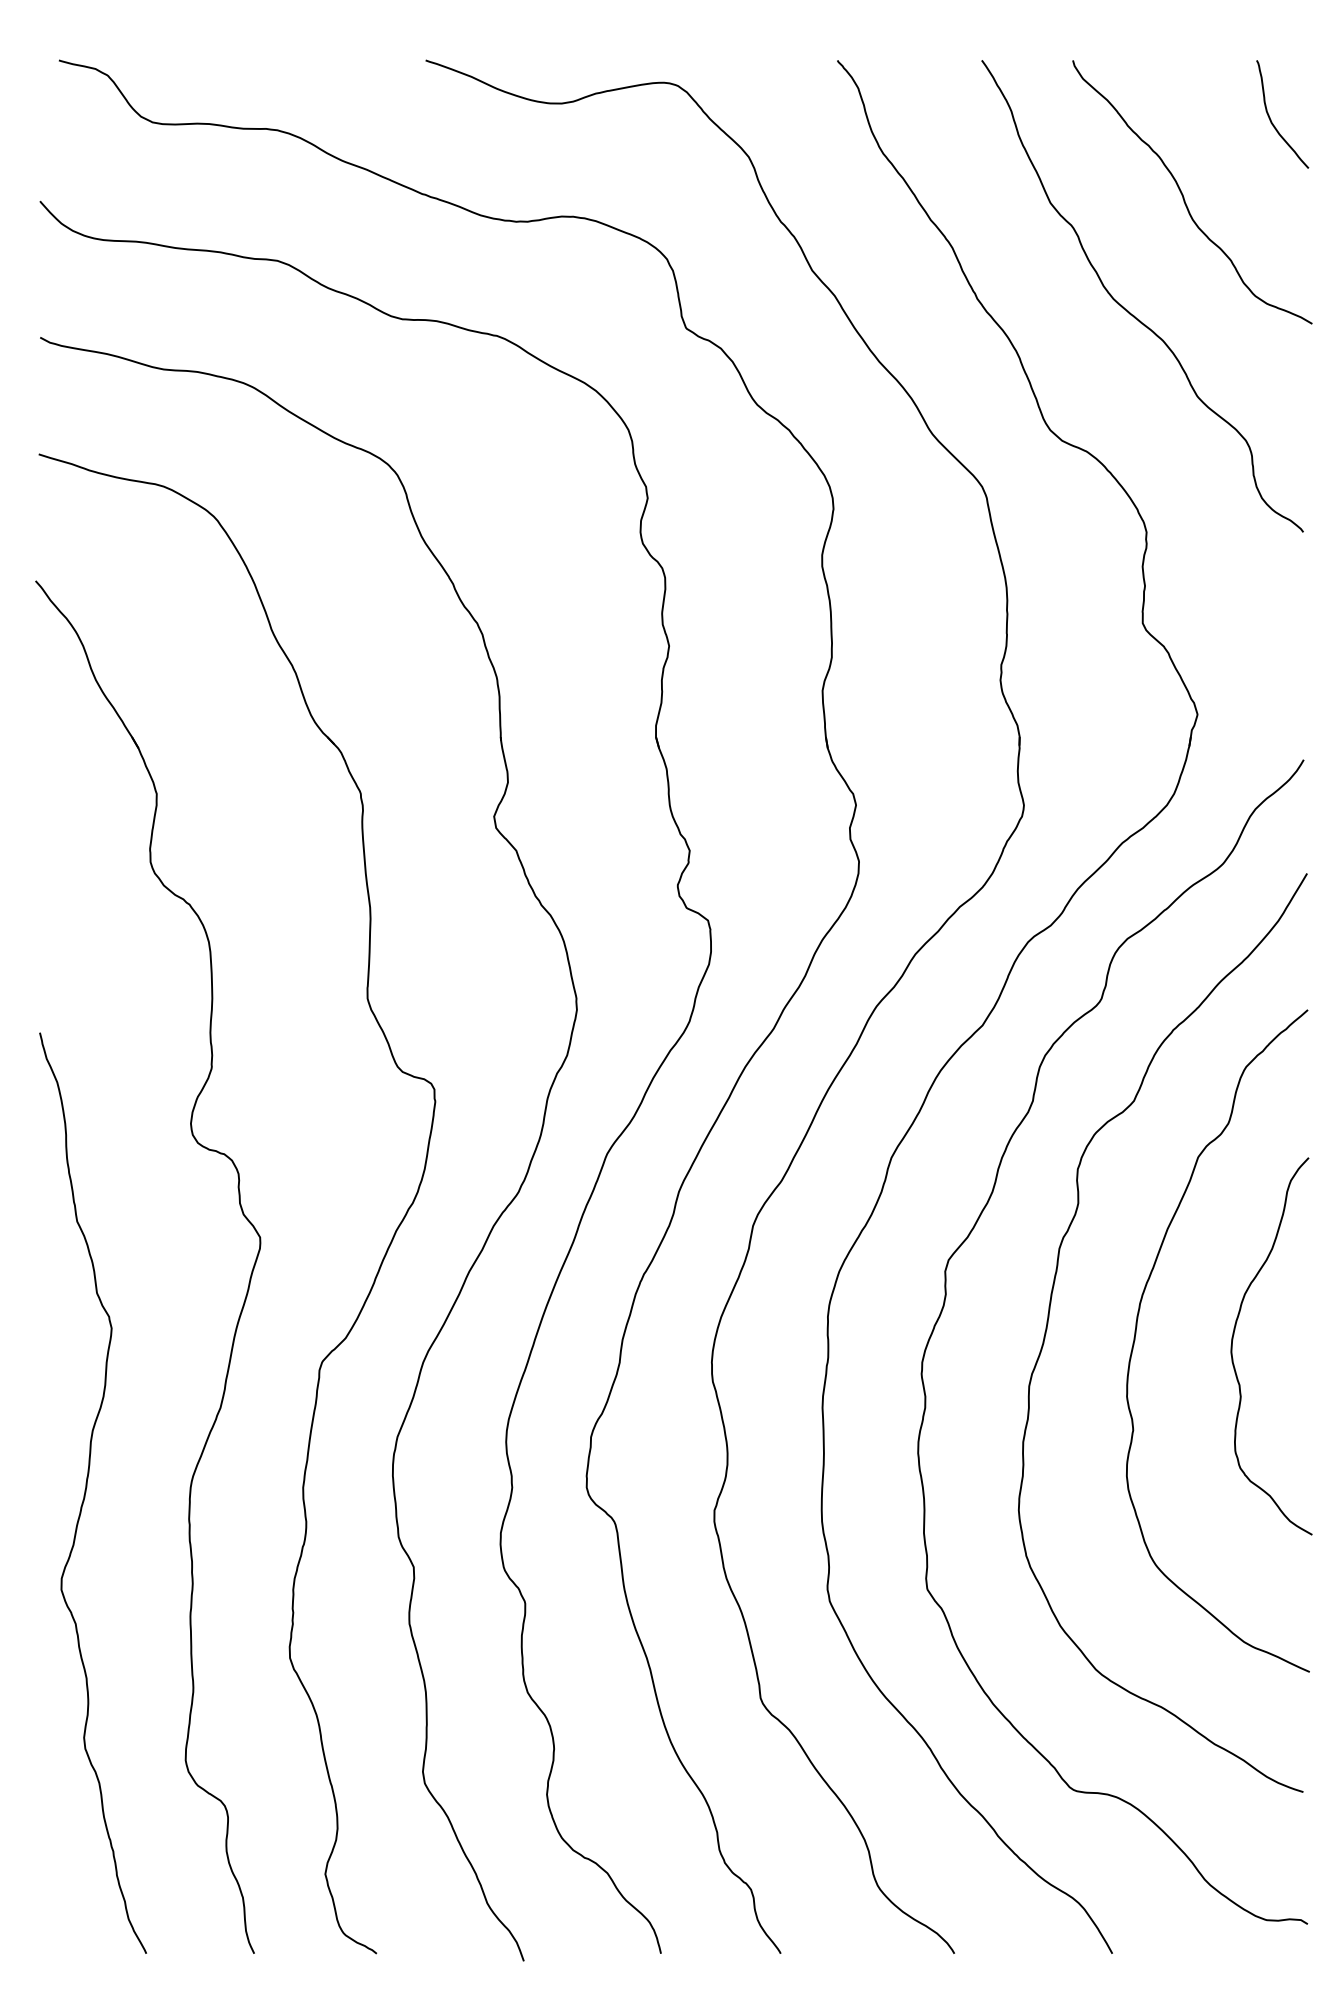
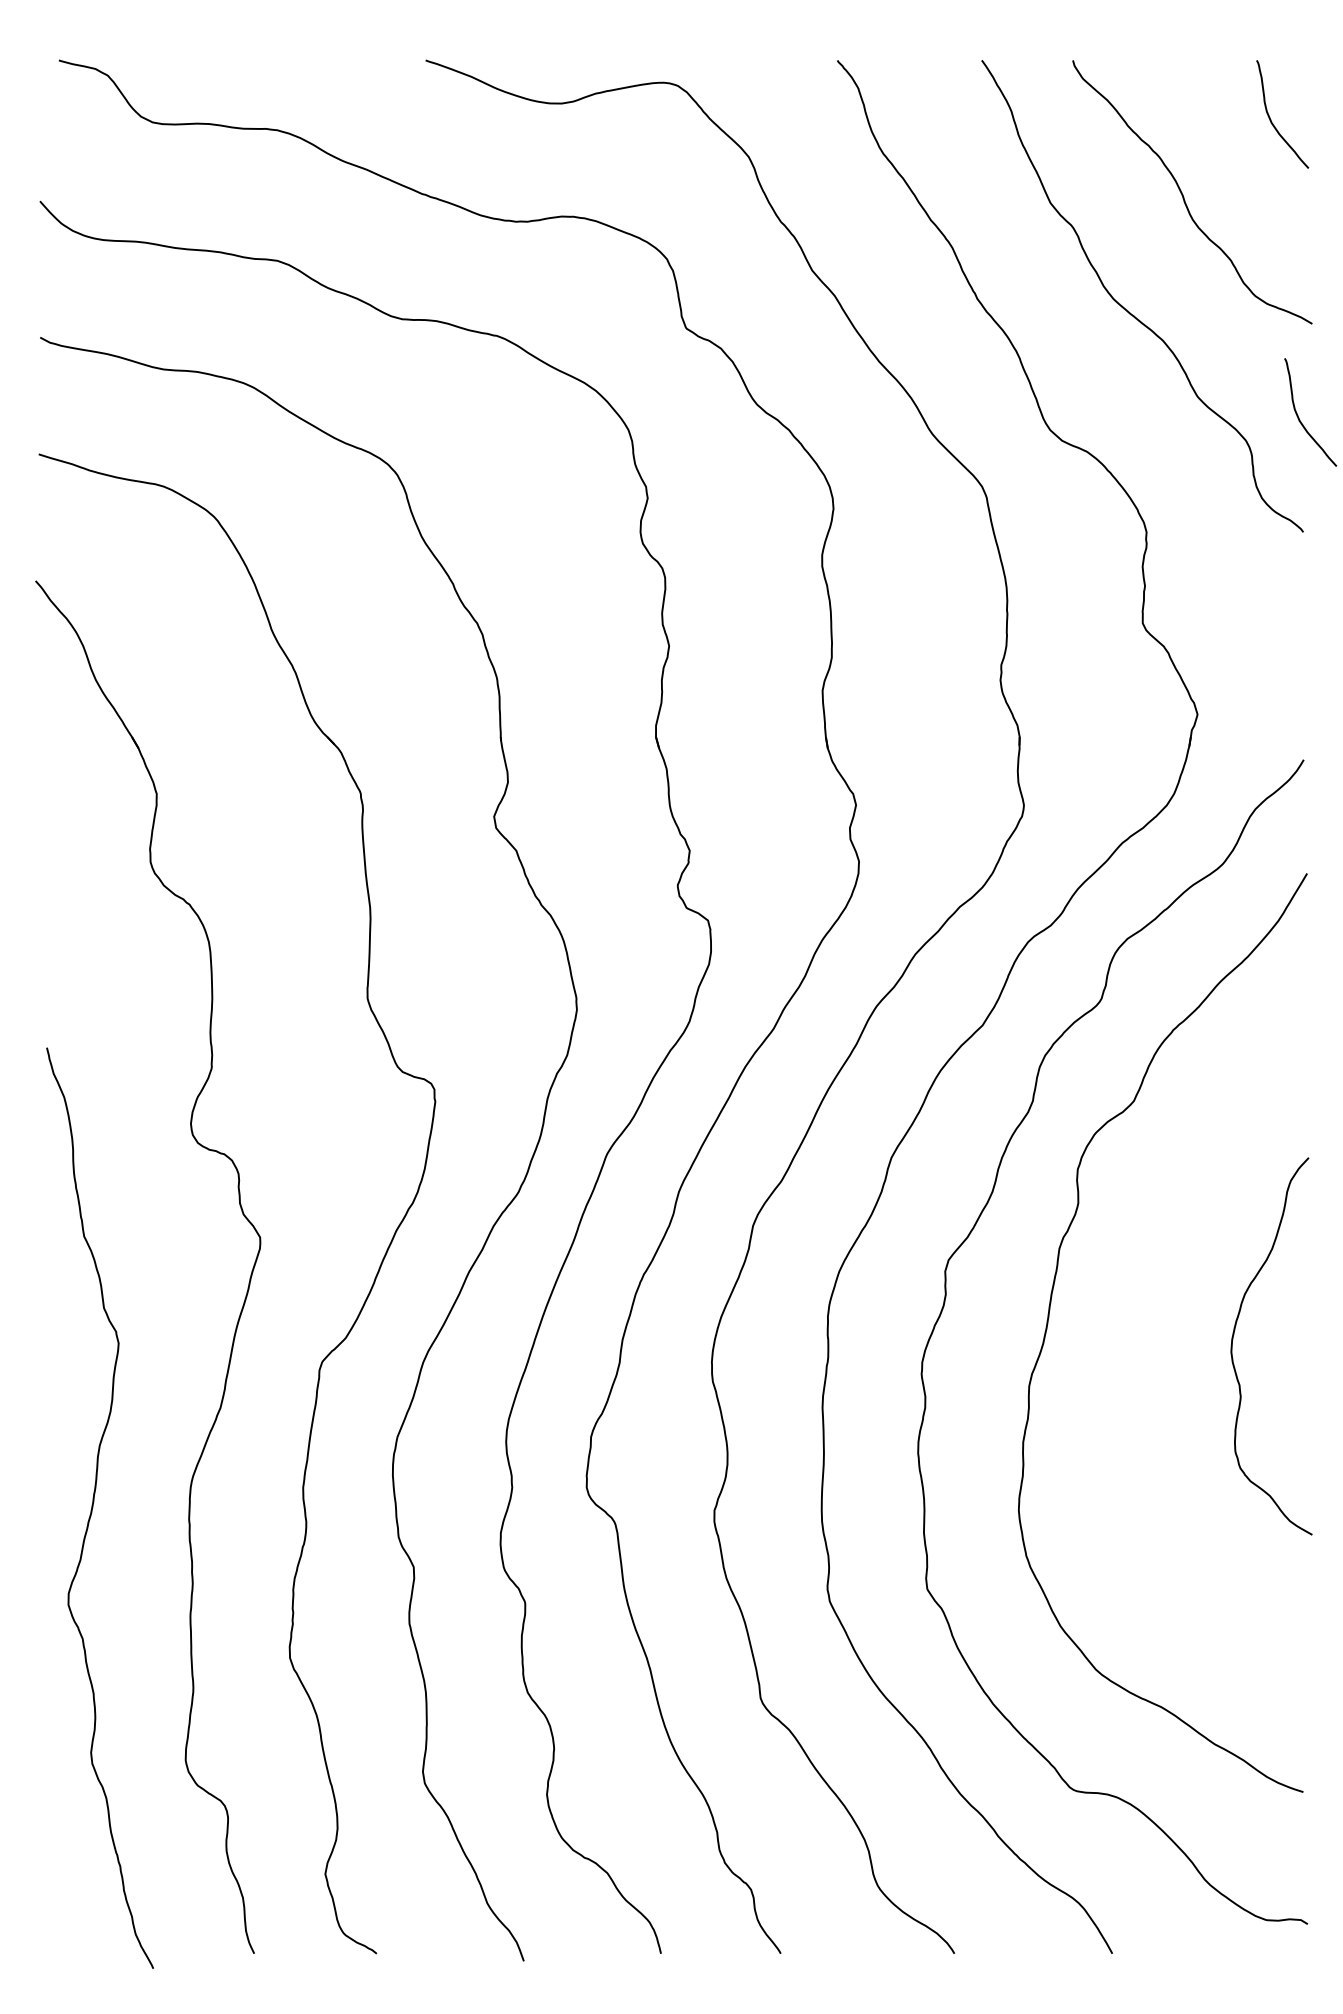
curve at (1299, 417): none -> present
curve at (1137, 1327): present -> none
curve at (86, 1492) position: (86, 1492) -> (93, 1507)
